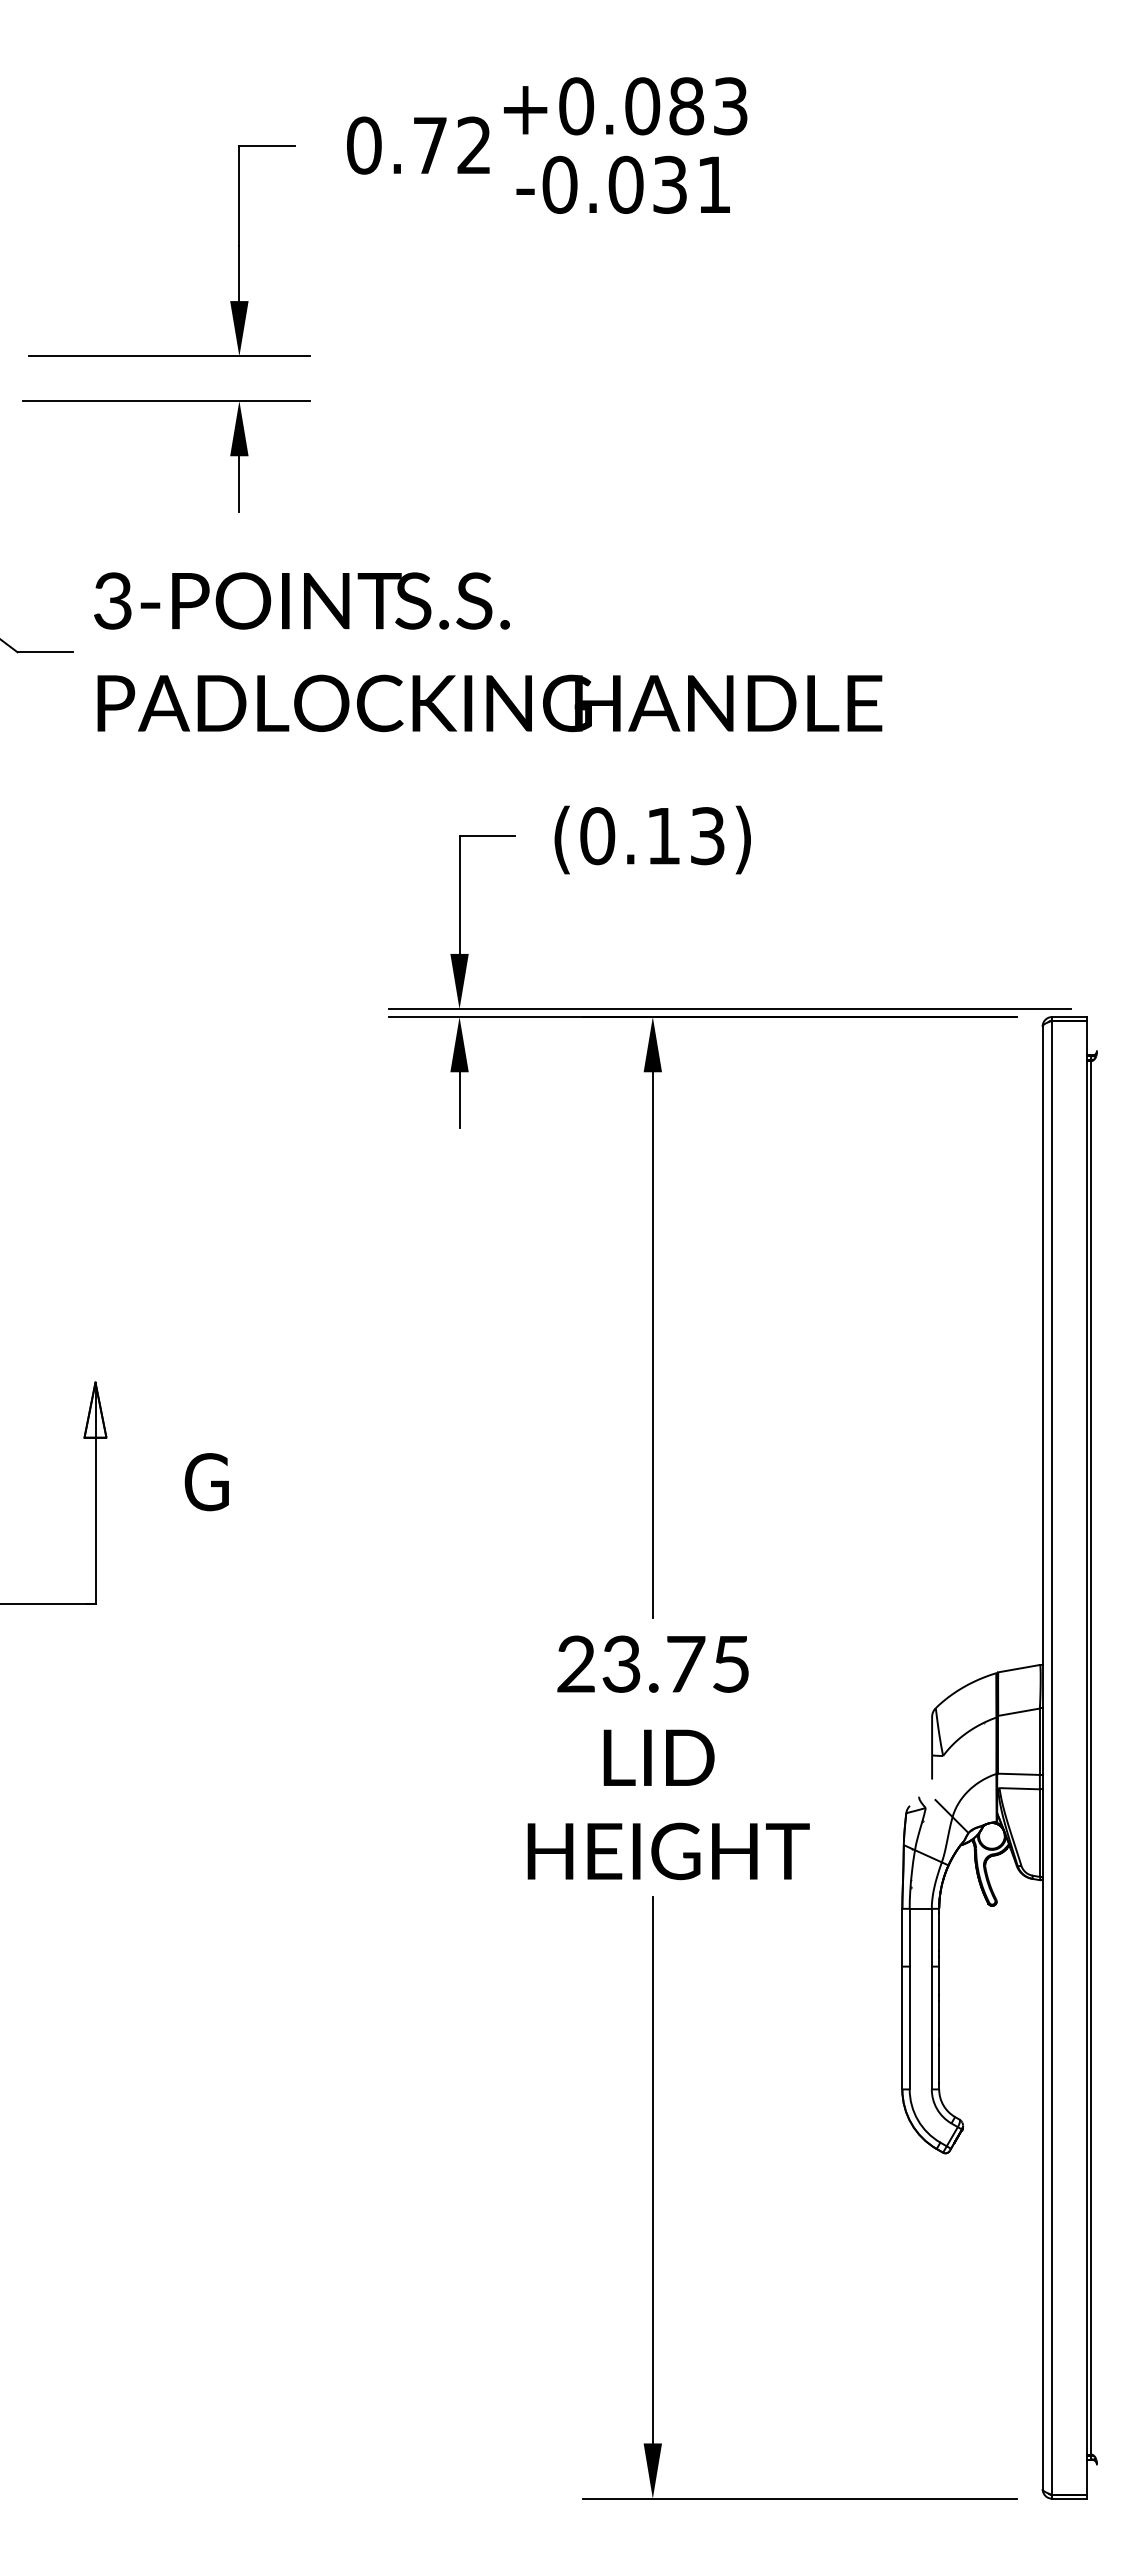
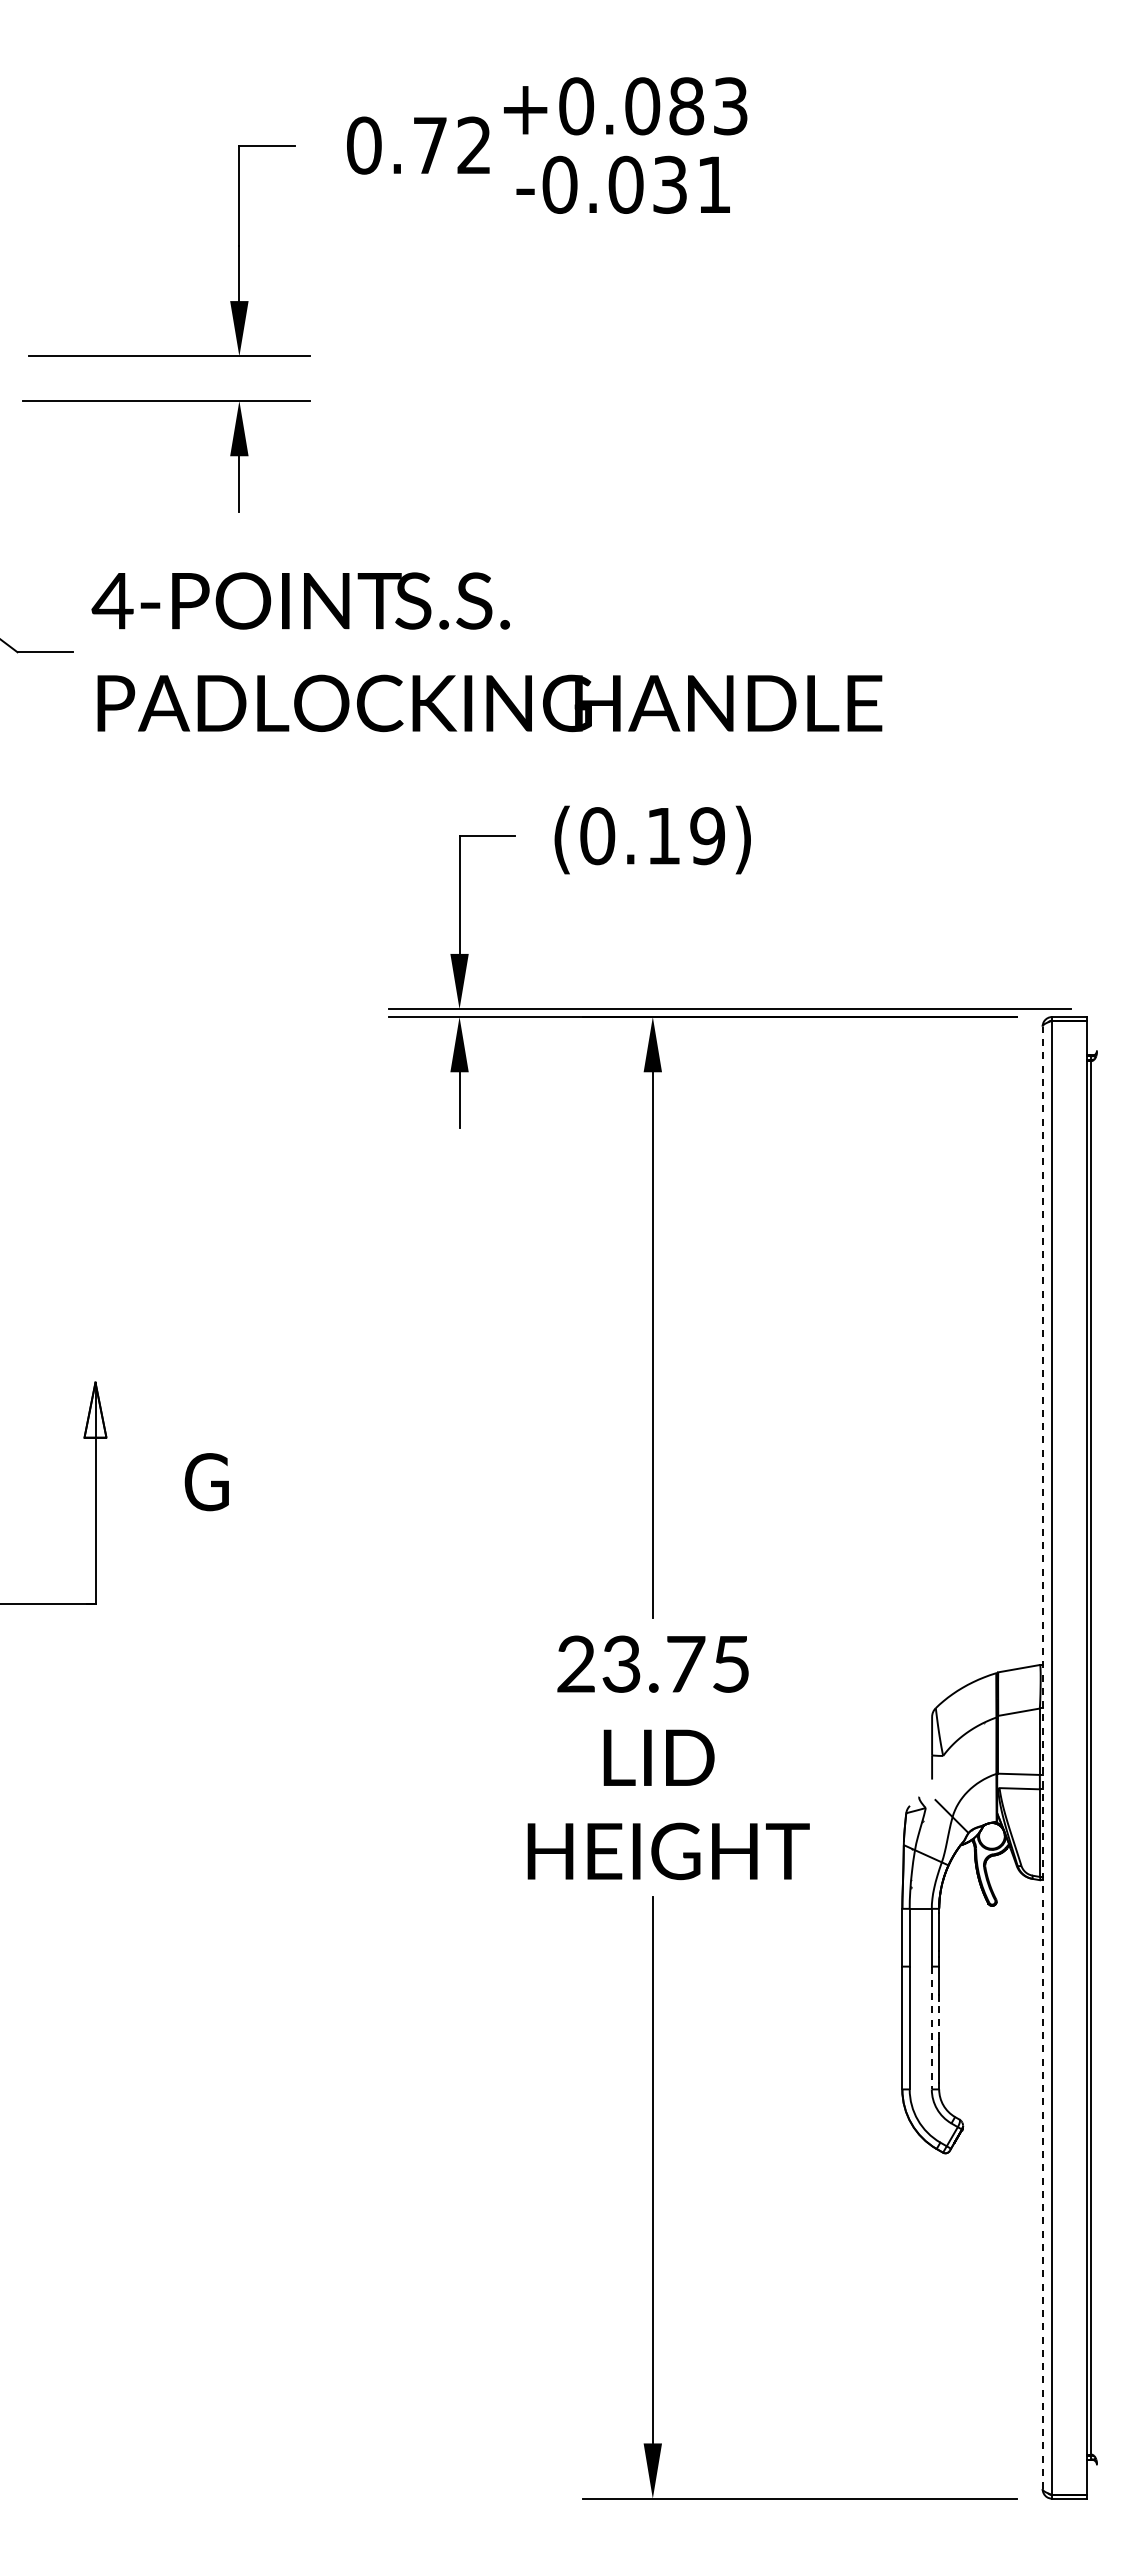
text at (112, 600): 3-POINT -> 4-POINT
text at (707, 836): (0.13) -> (0.19)
line at (1042, 1757): solid -> dashed
line at (939, 2019): solid -> dashed
line at (931, 2028): solid -> dashed
